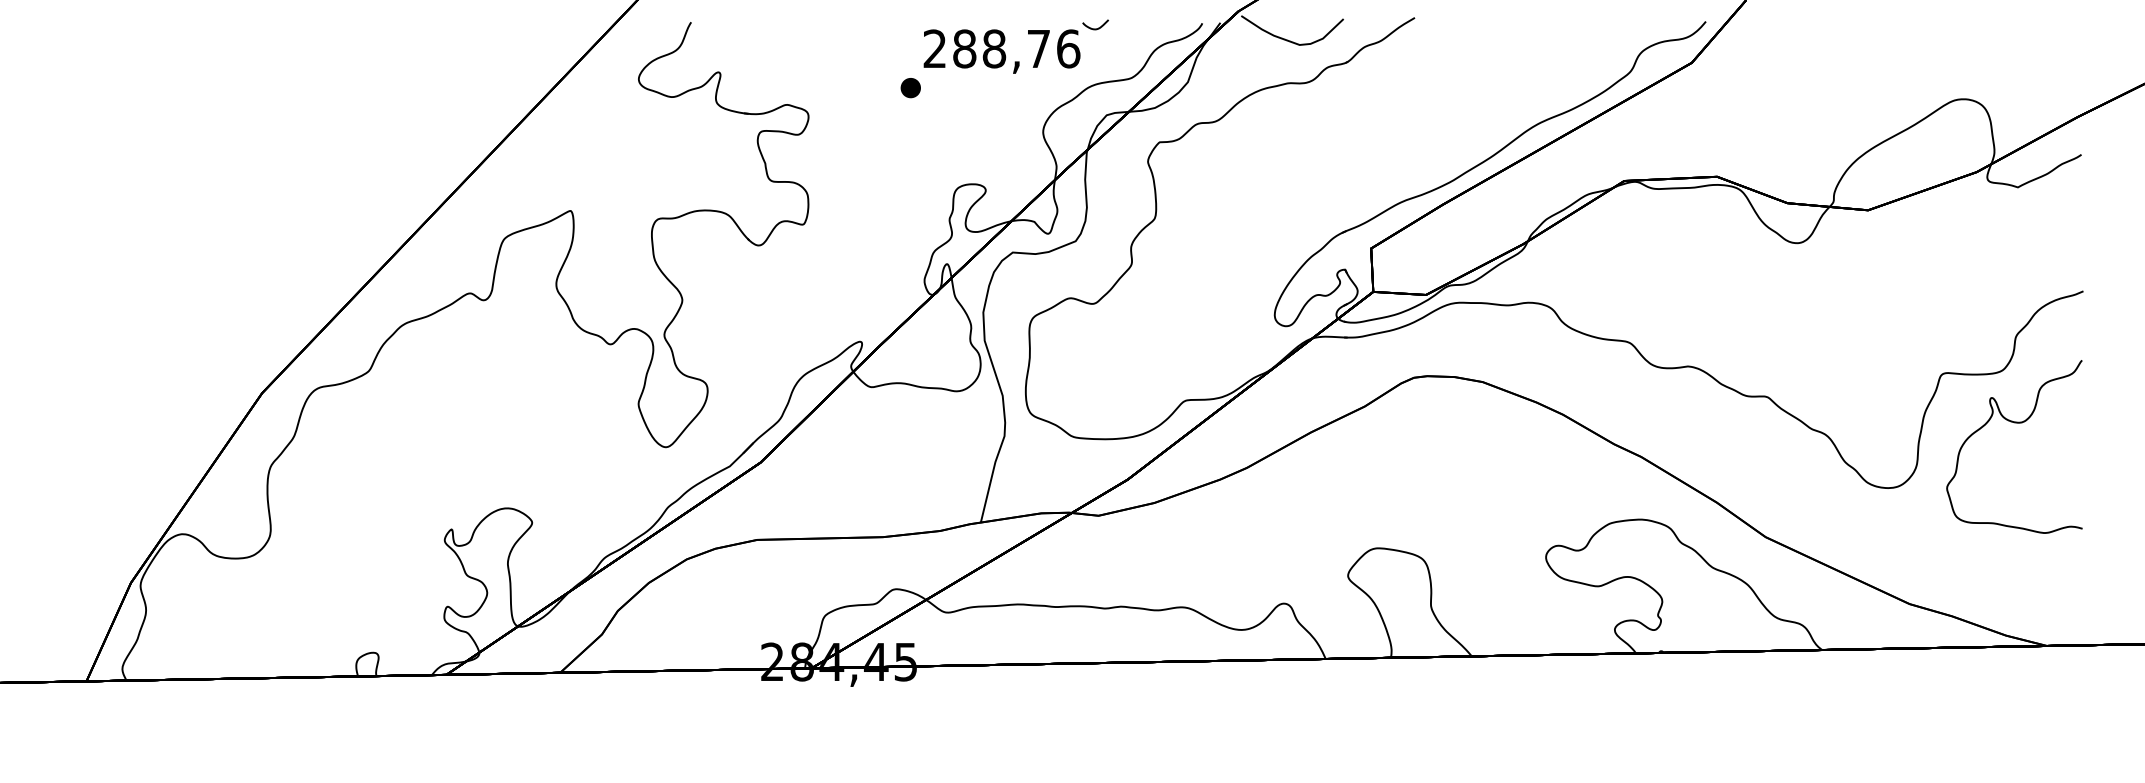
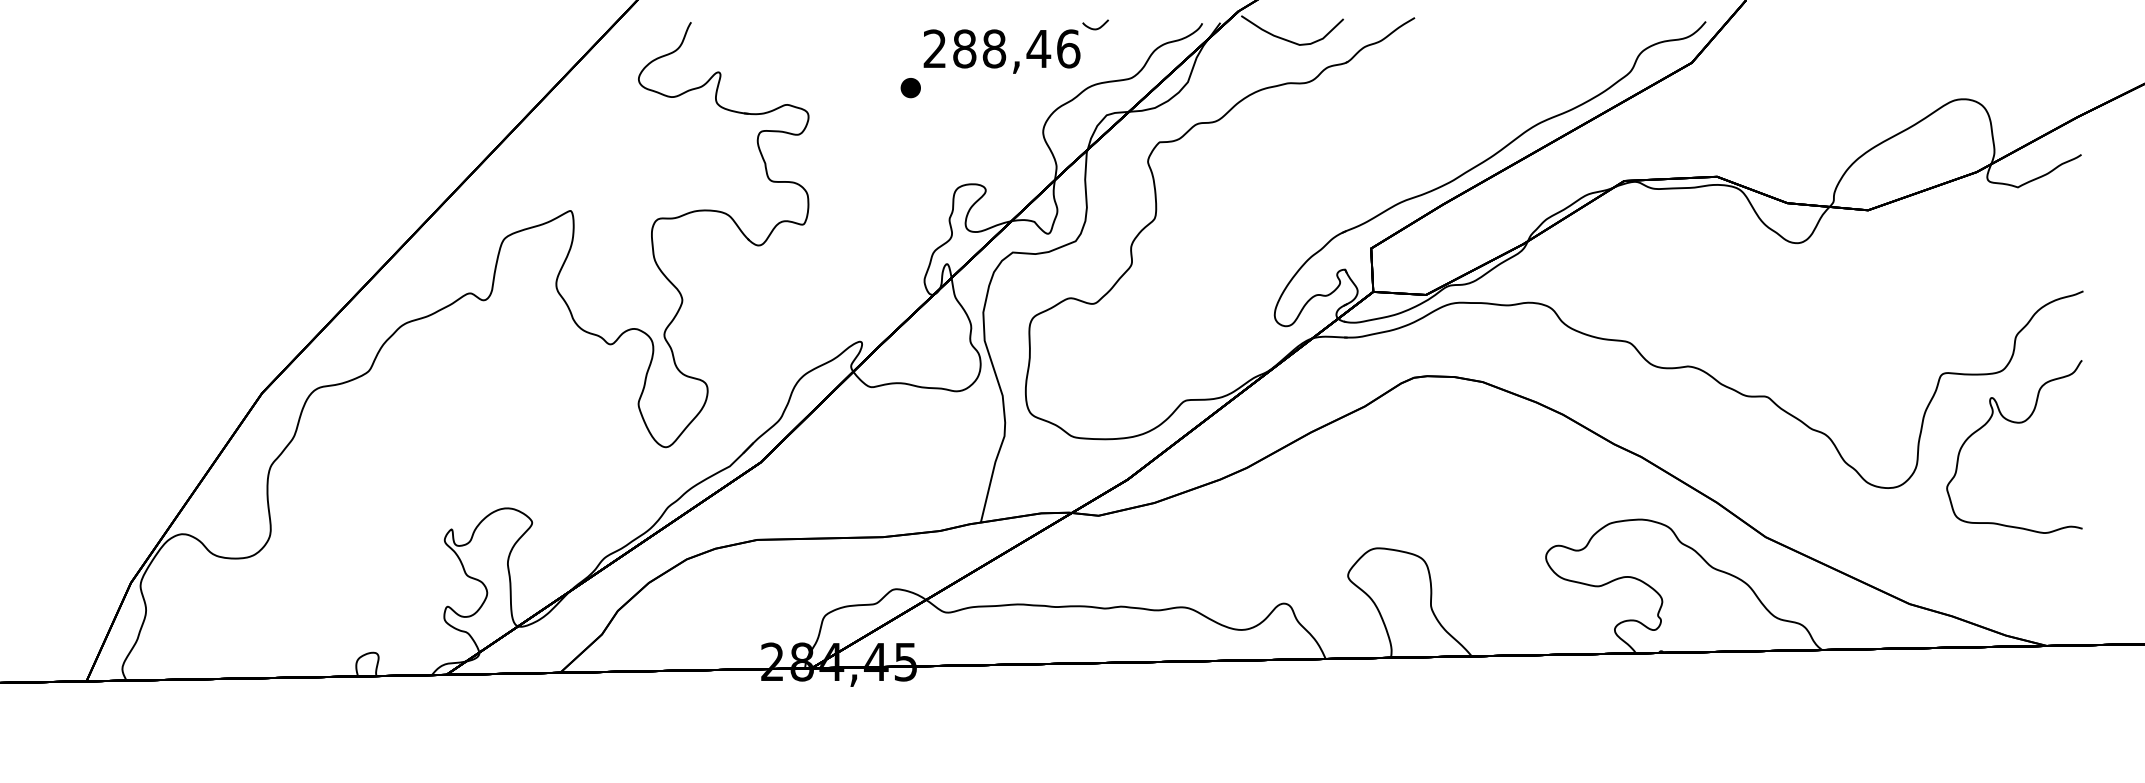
text at (1038, 48): 288,76 -> 288,46
